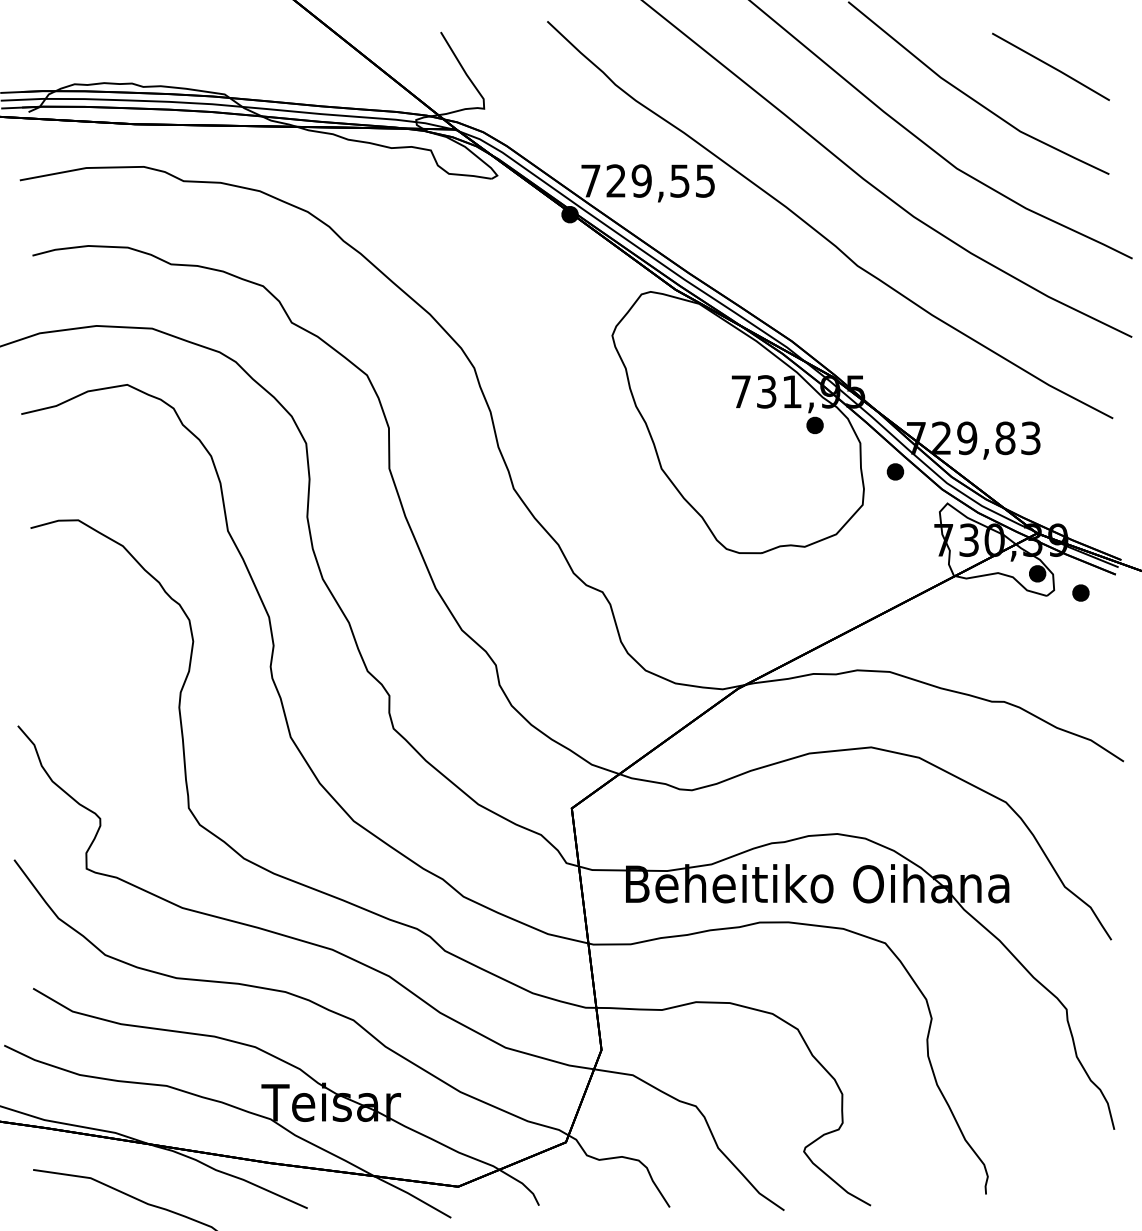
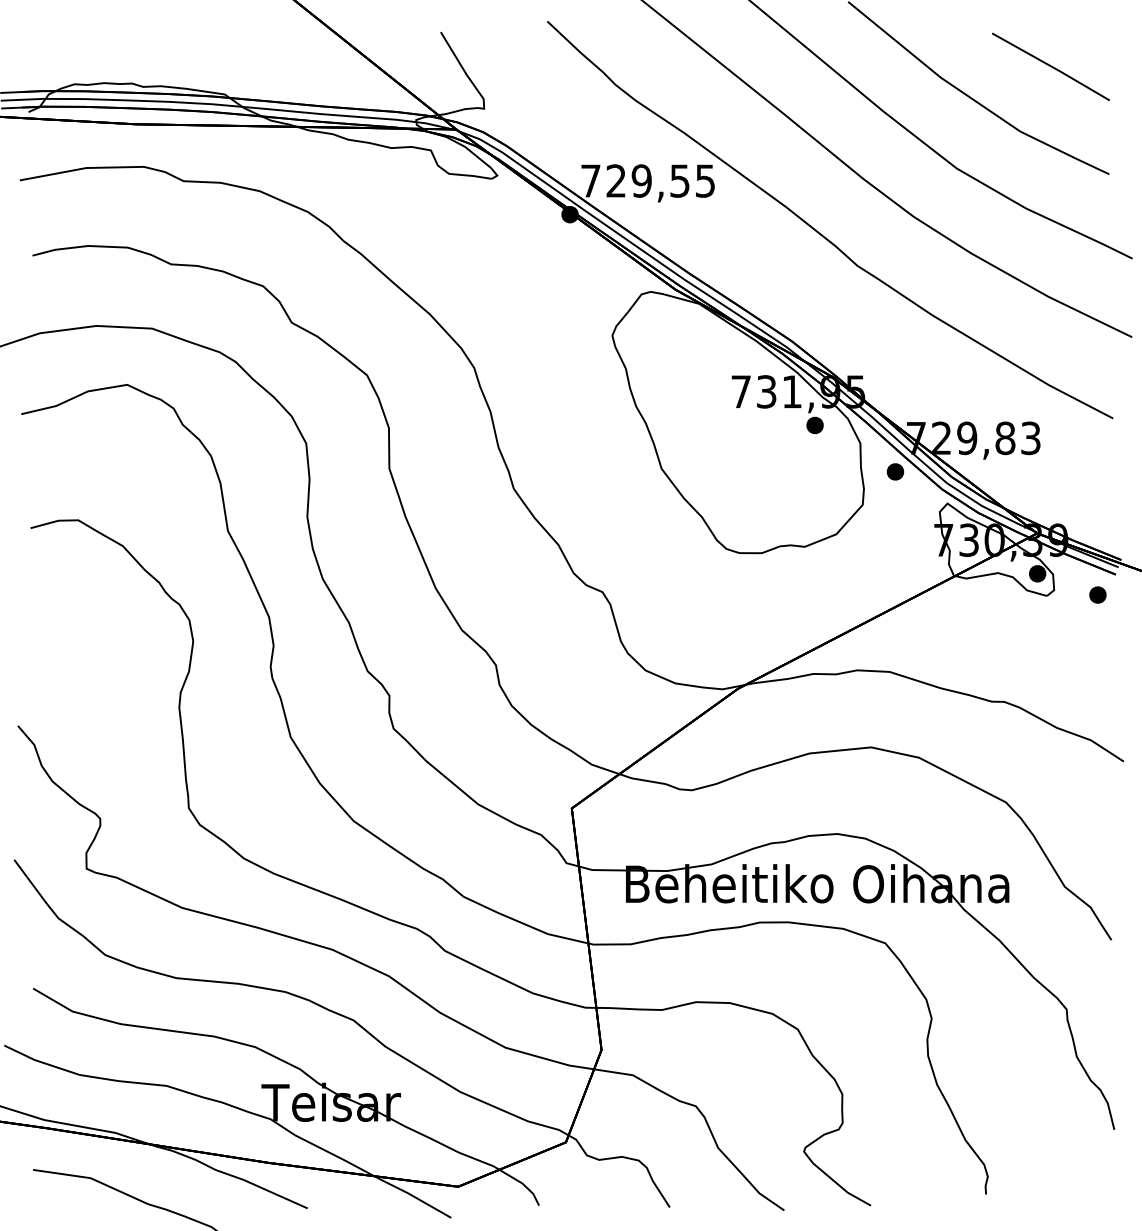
part at (1080, 592) position: (1080, 592) -> (1097, 594)
